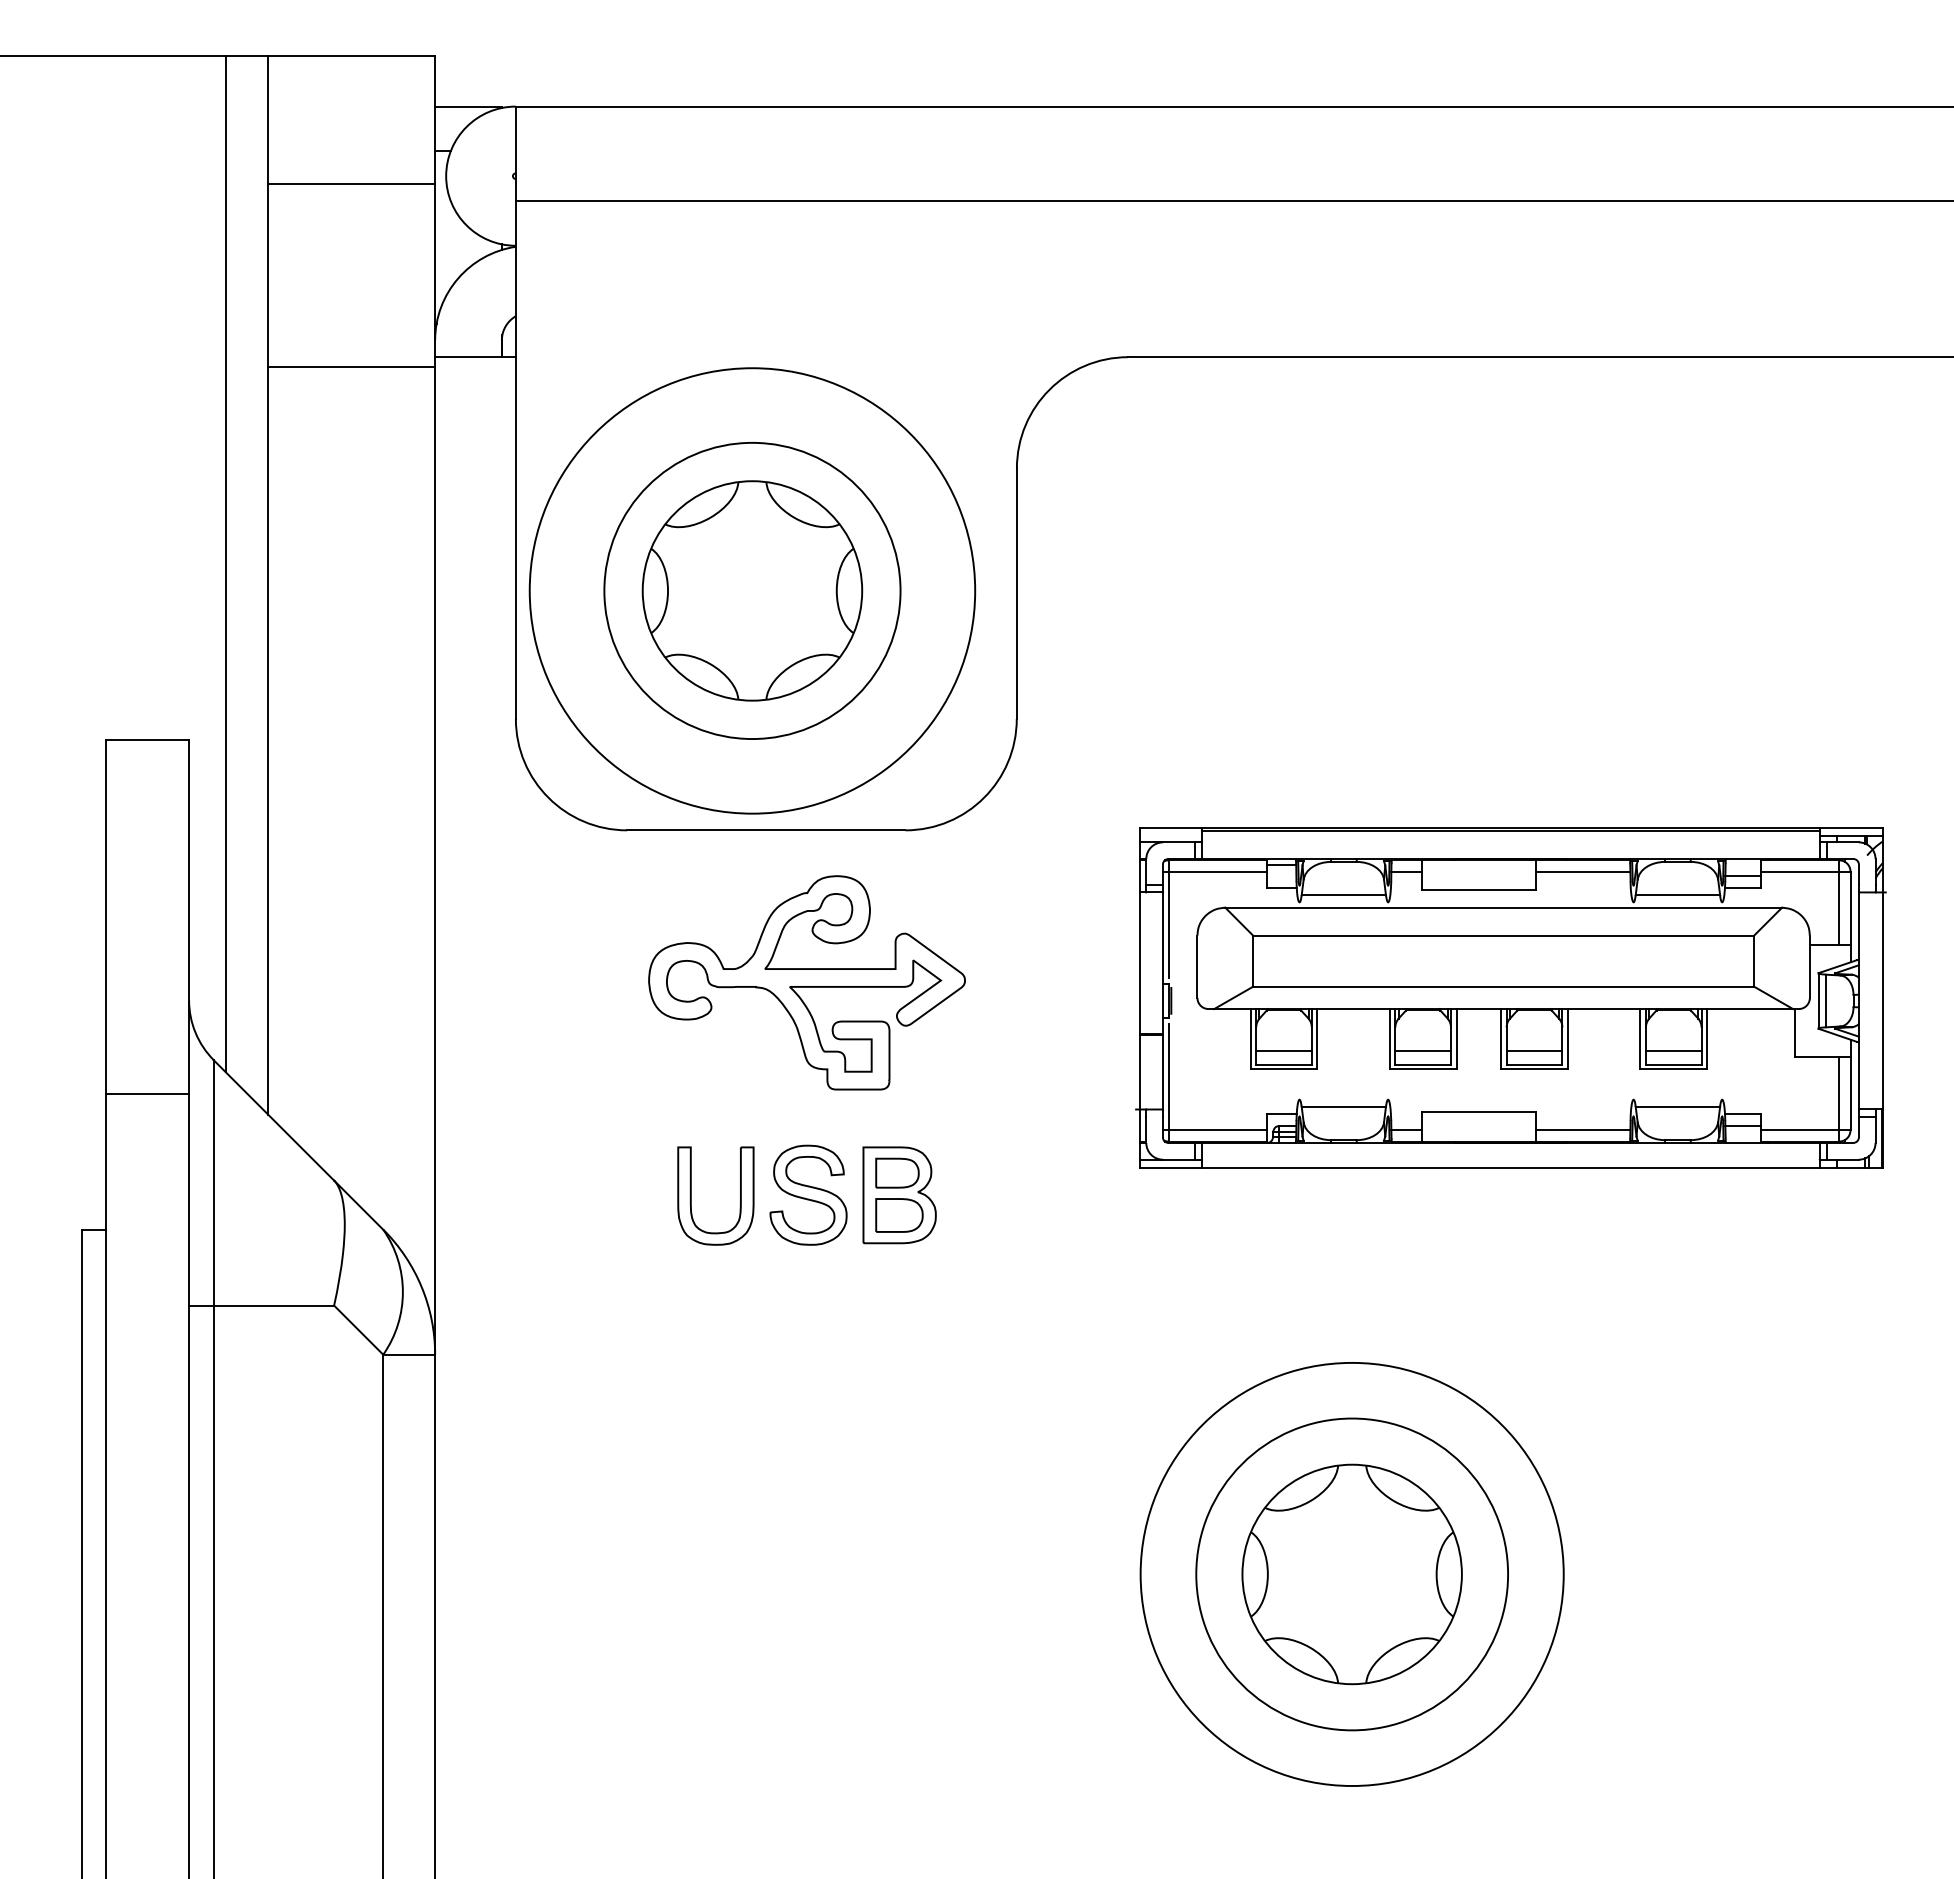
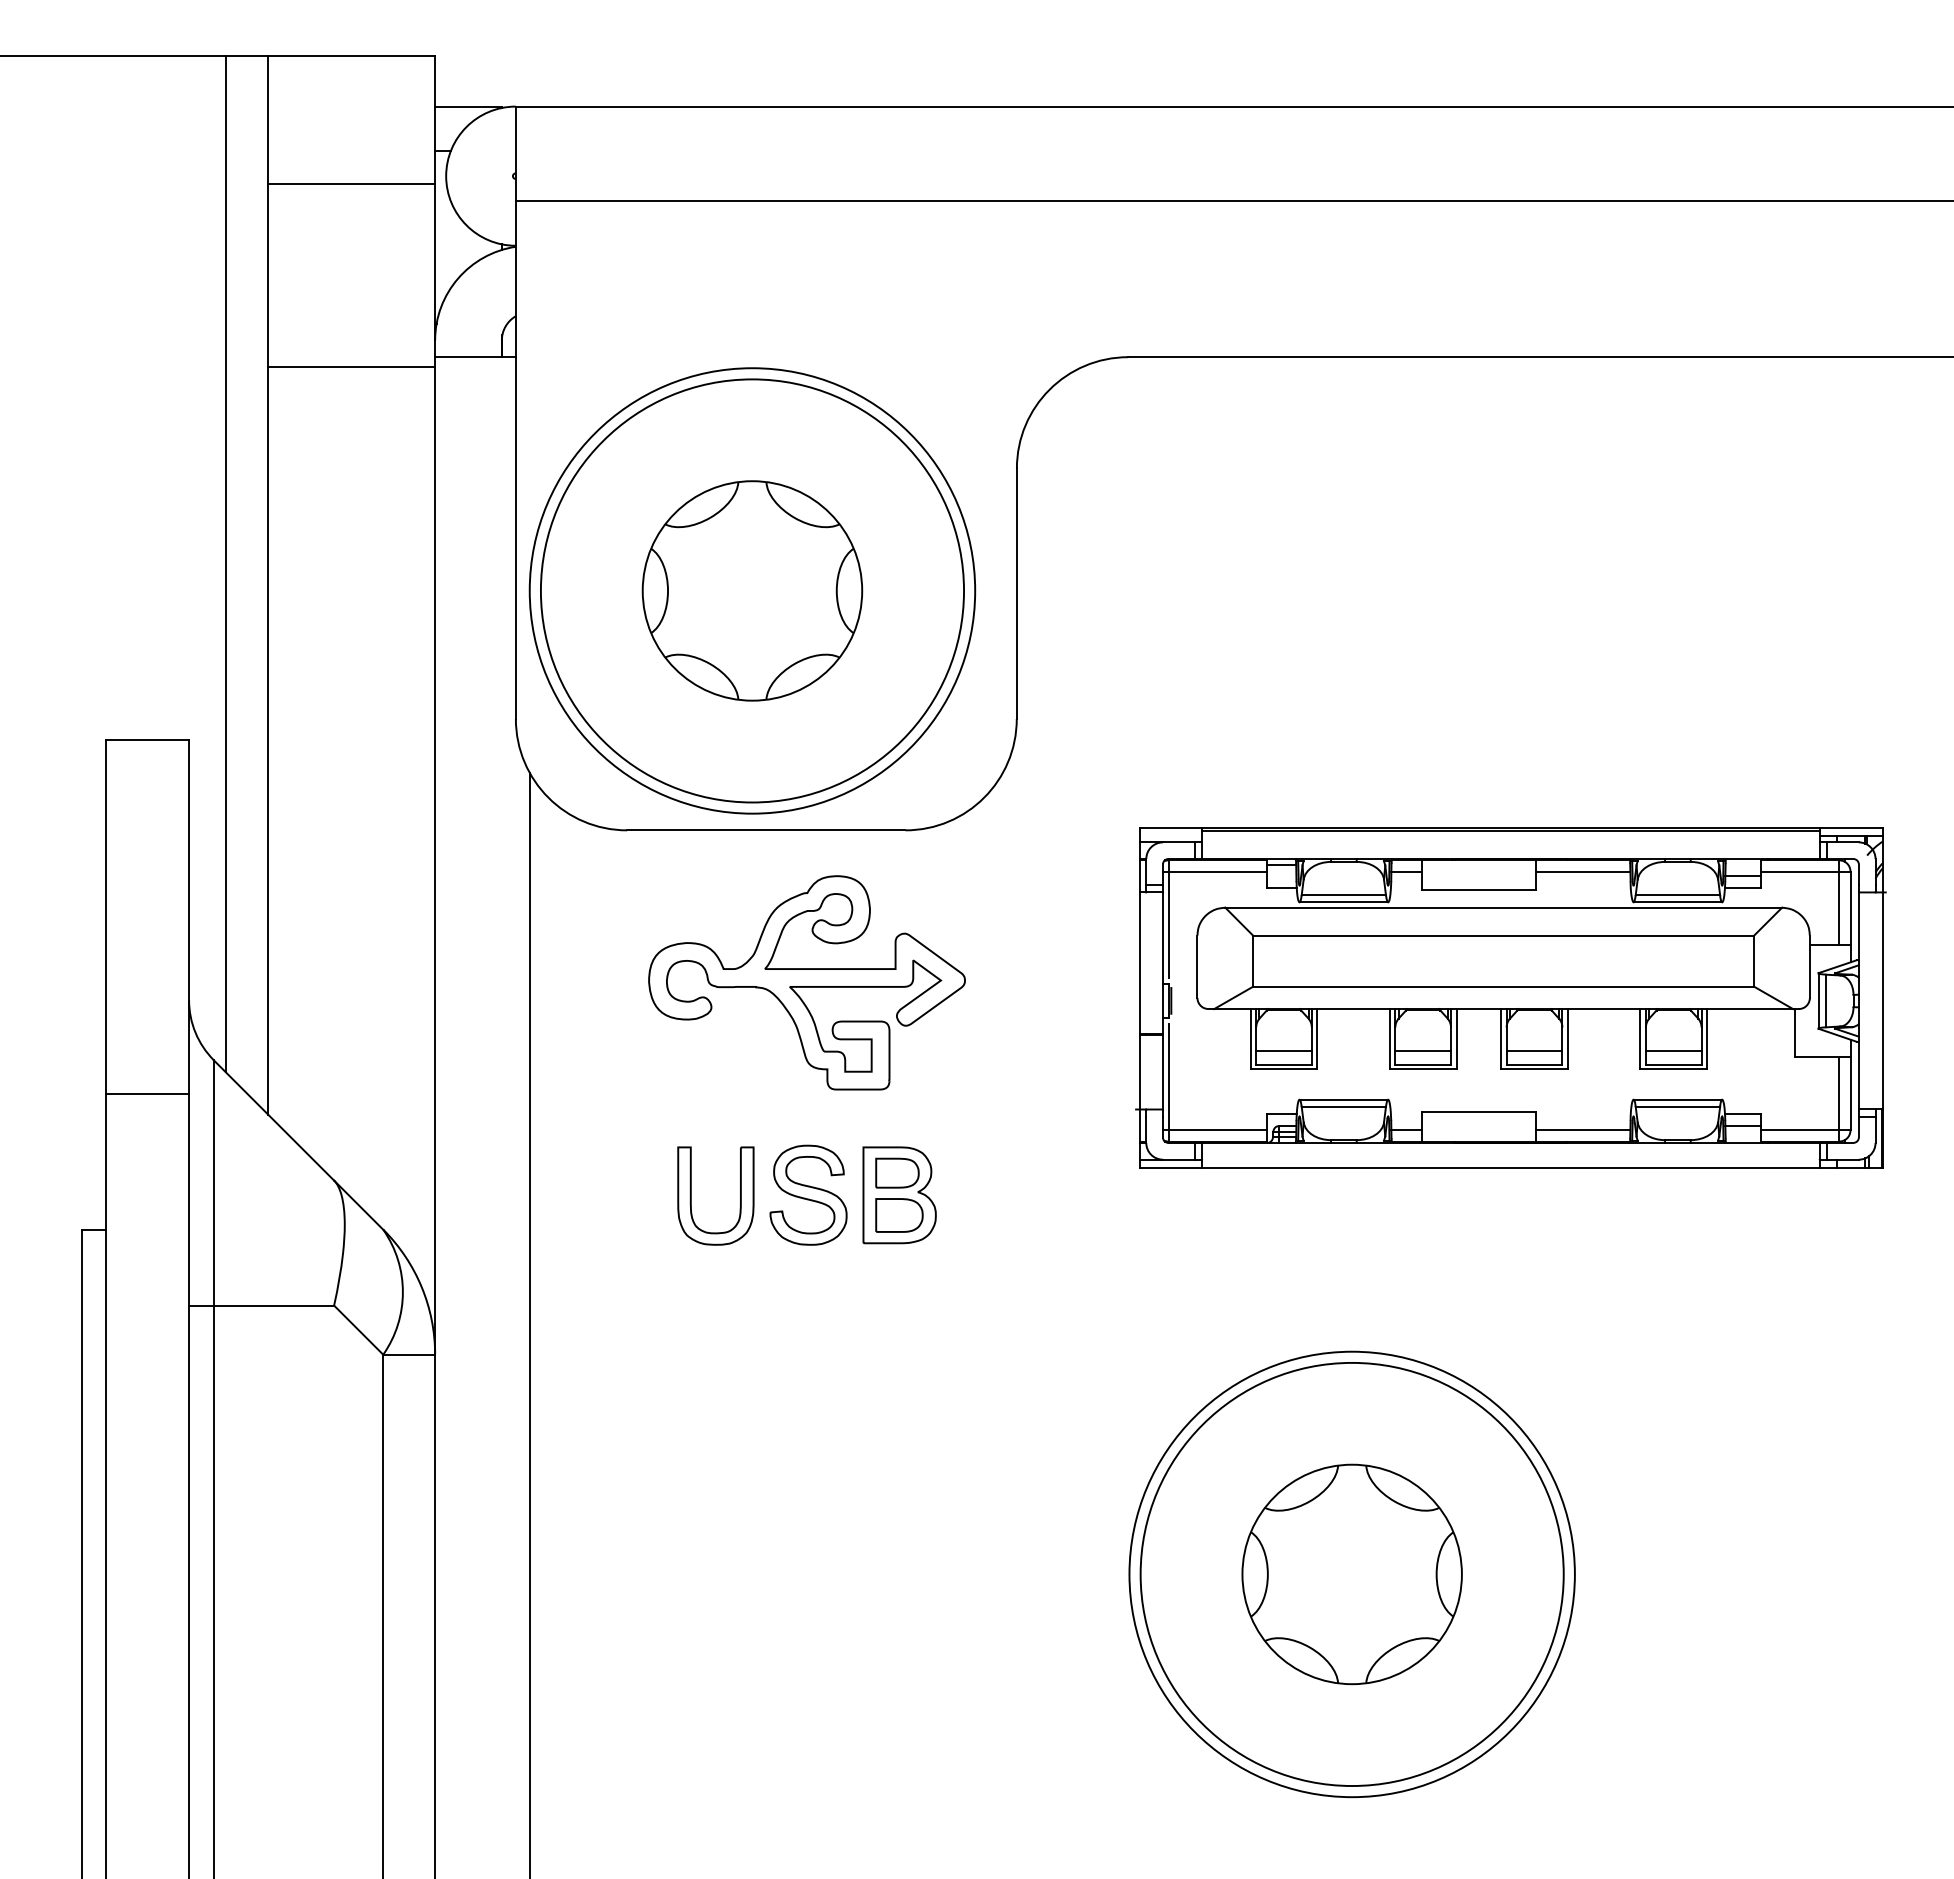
circle at (752, 590) diameter: 296 px -> 423 px
line at (1343, 902): none -> present
line at (1677, 902): none -> present
line at (1343, 1099): none -> present
line at (1677, 1099): none -> present
line at (529, 1323): none -> present
circle at (1352, 1574) diameter: 312 px -> 445 px
